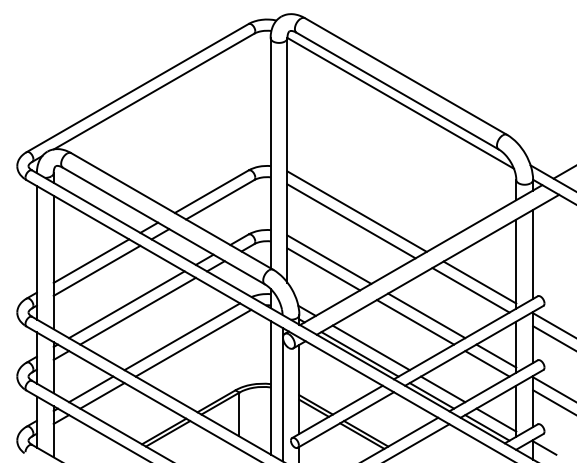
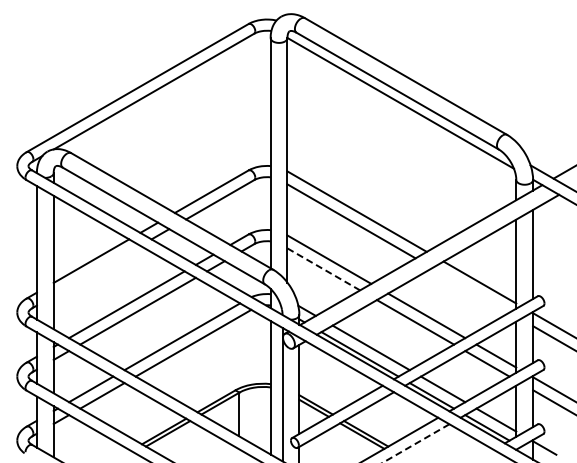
line at (323, 269): solid -> dashed
line at (96, 270): present -> none
line at (470, 290): present -> none
line at (415, 443): solid -> dashed
